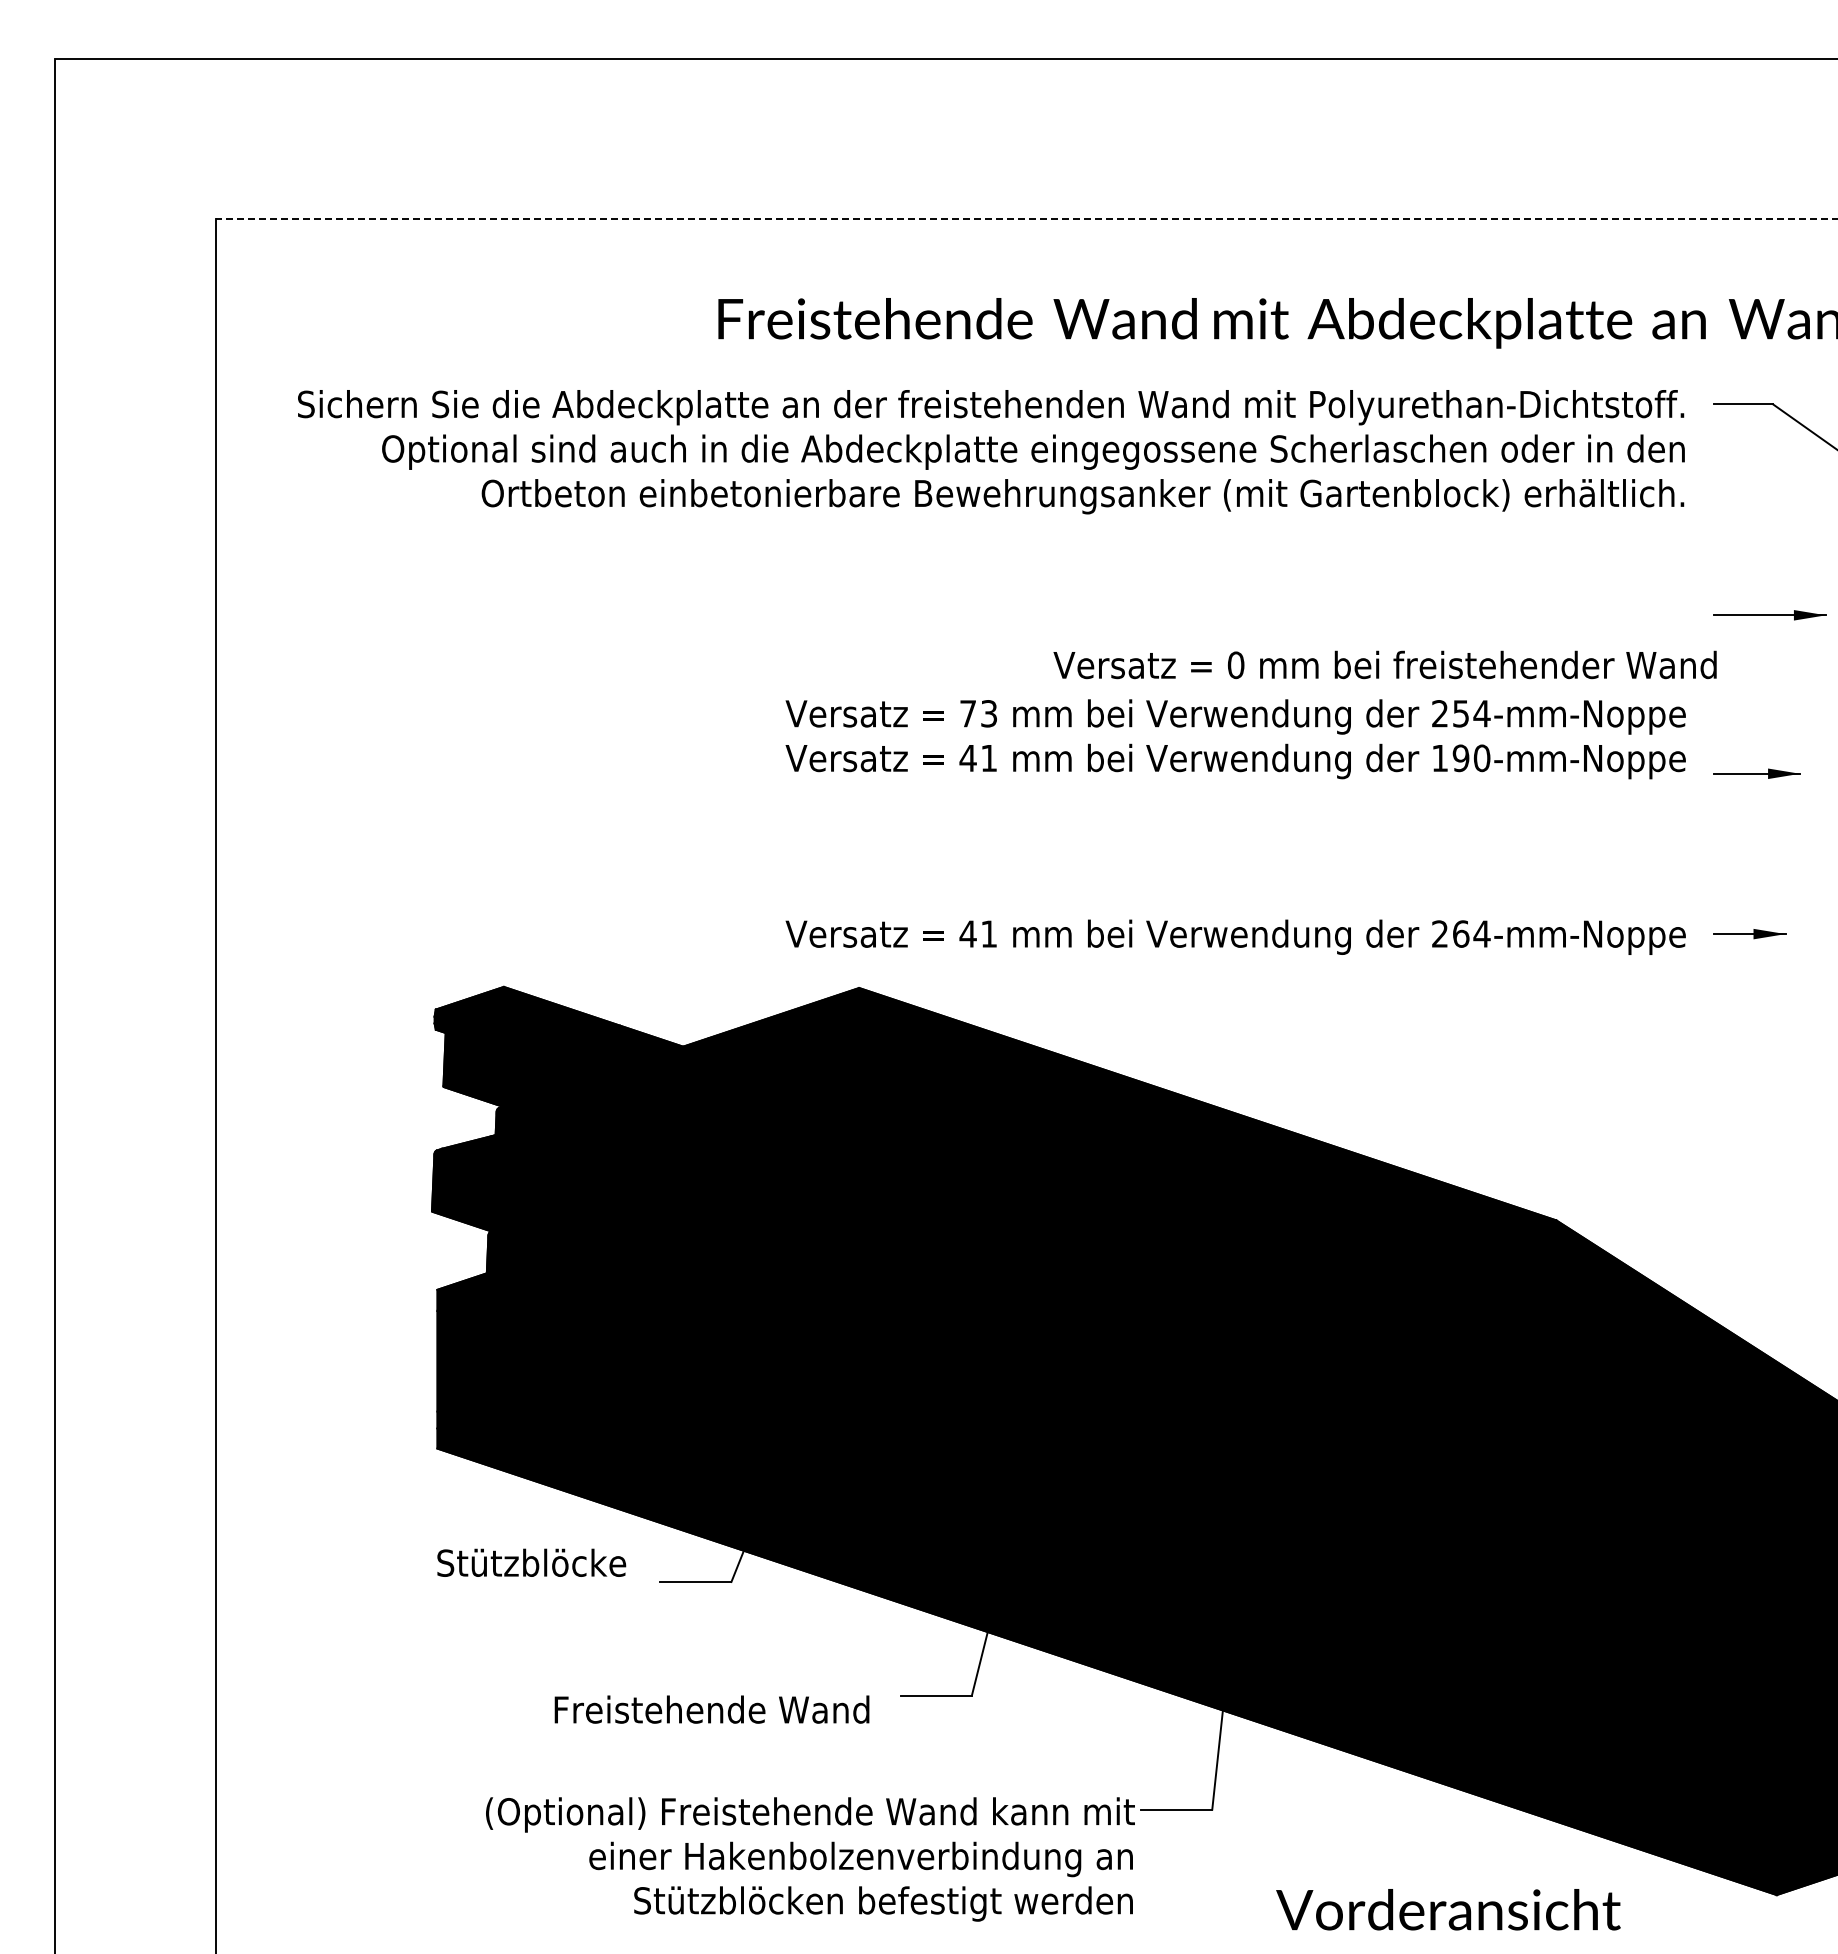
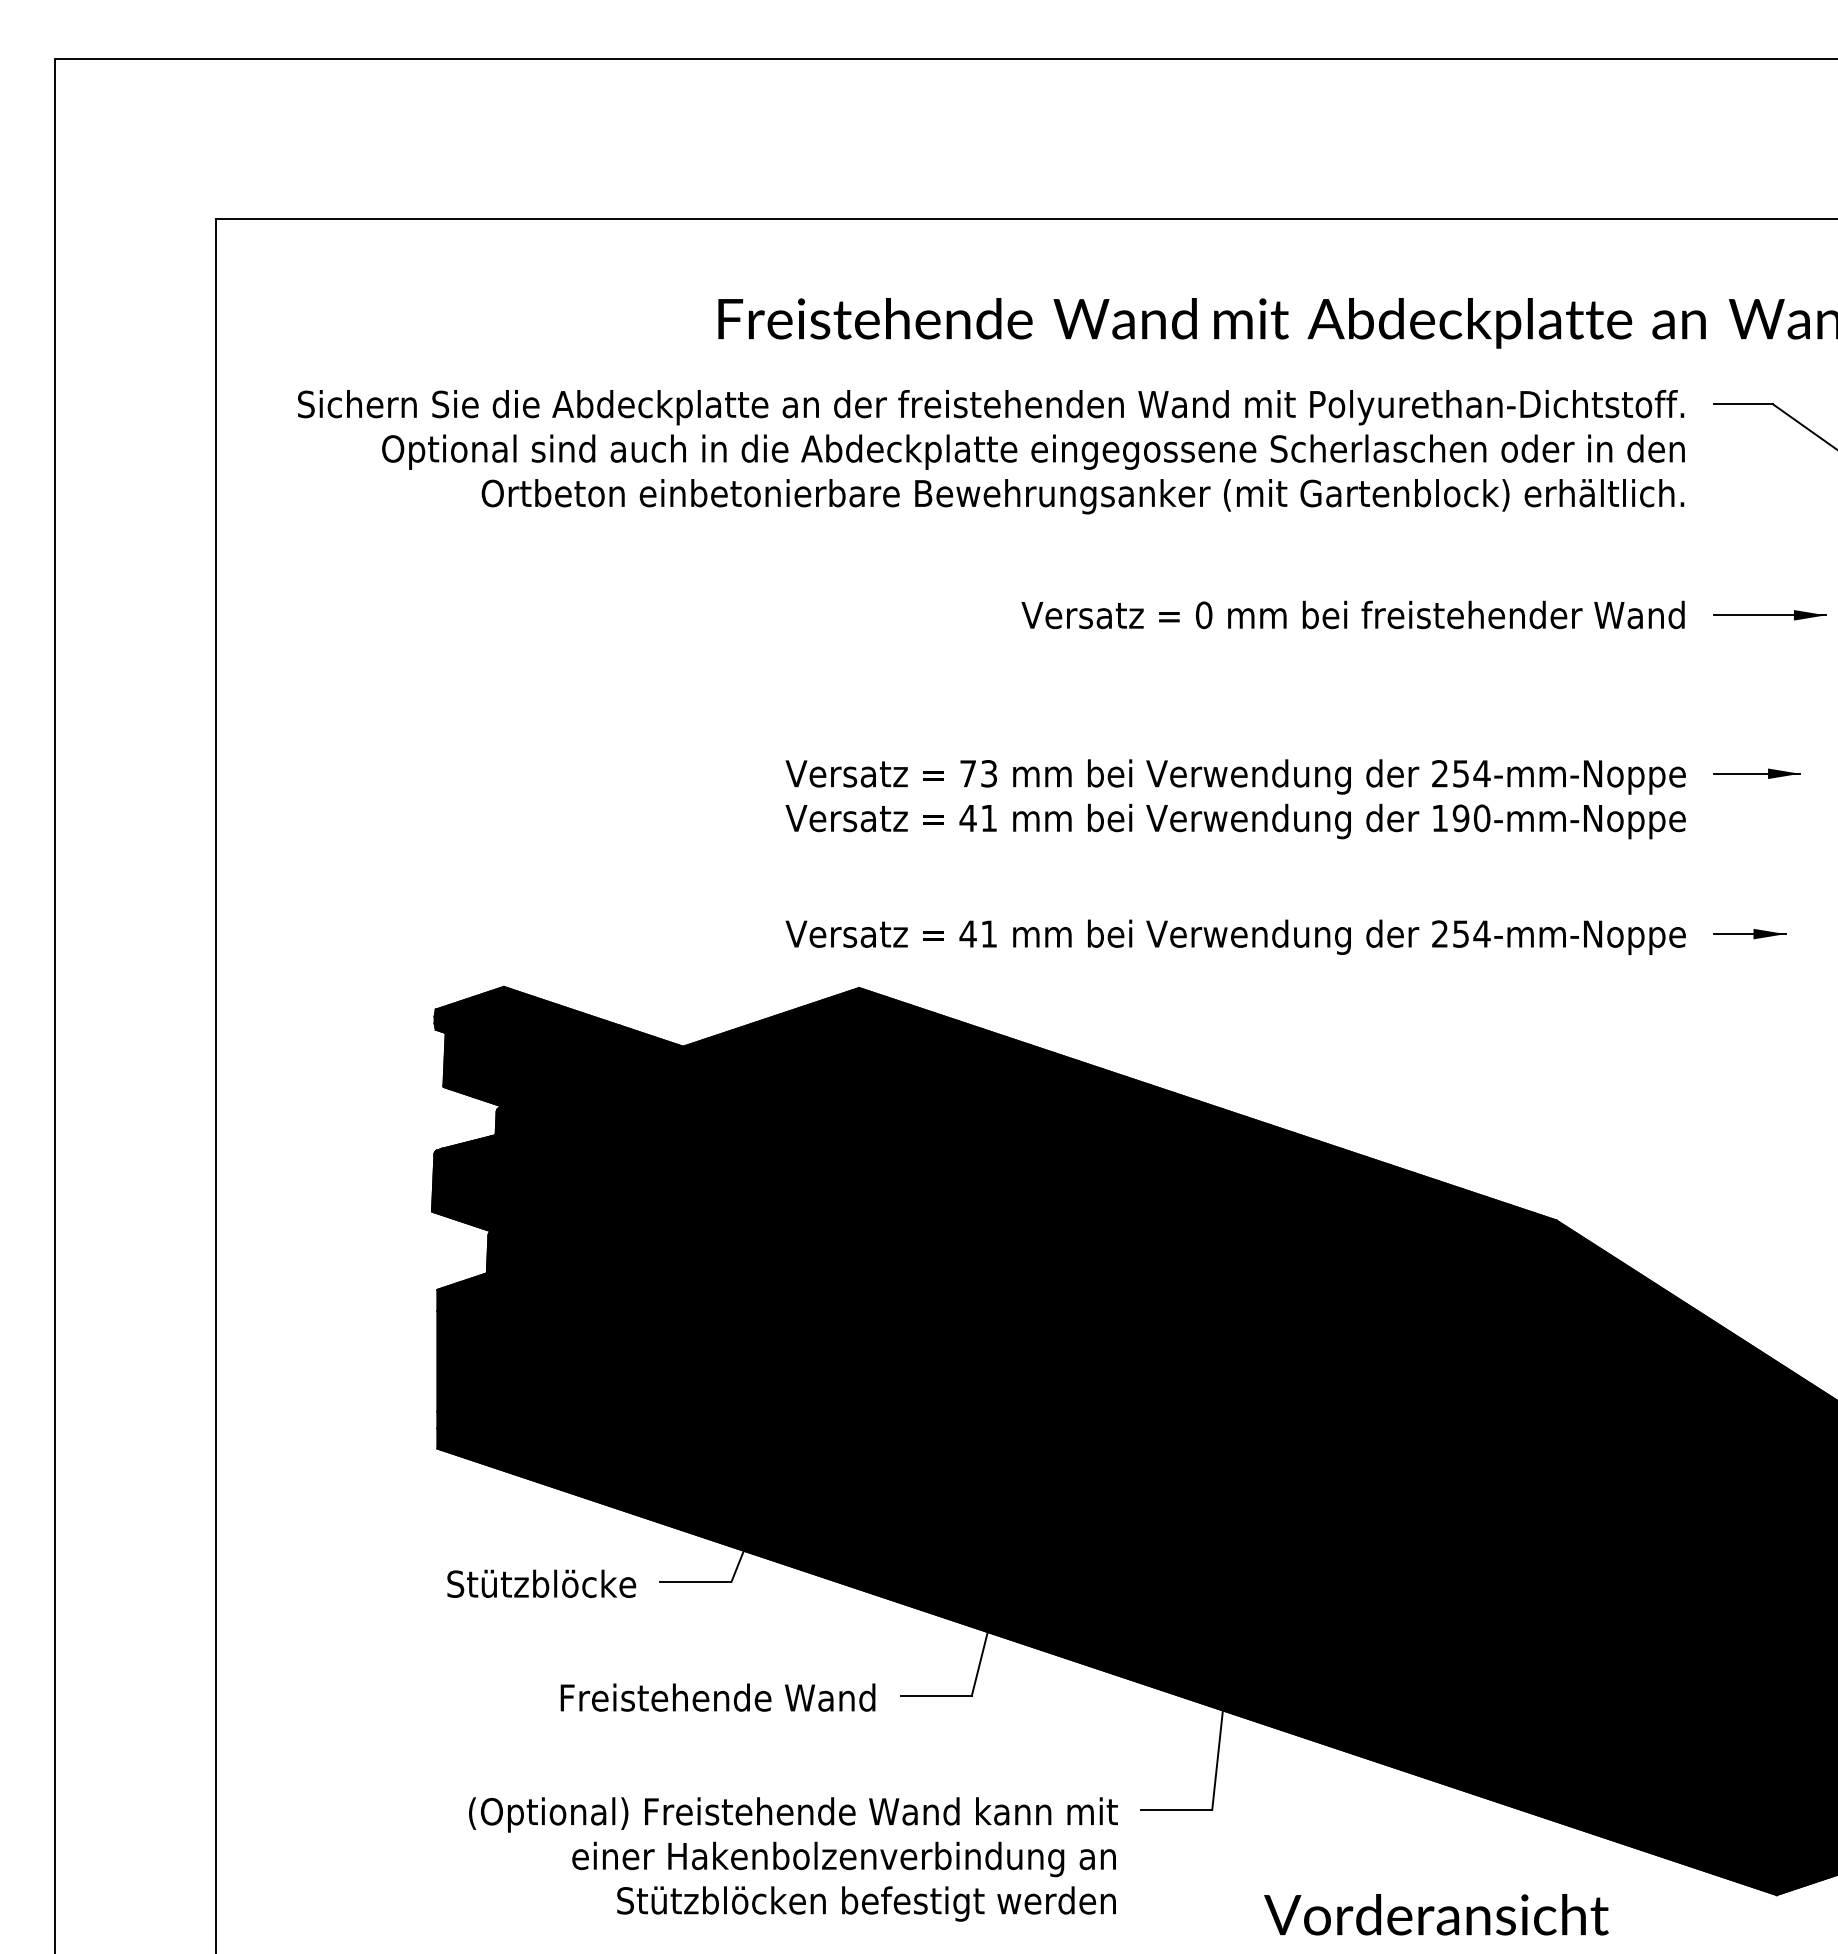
line at (1026, 218): dashed -> solid
text at (1384, 664) position: (1384, 664) -> (1352, 614)
text at (1235, 739) position: (1235, 739) -> (1235, 799)
text at (1461, 933): 264-mm-Noppe -> 254-mm-Noppe
text at (531, 1562) position: (531, 1562) -> (541, 1583)
text at (711, 1709) position: (711, 1709) -> (717, 1697)
text at (810, 1859) position: (810, 1859) -> (793, 1859)
text at (1448, 1909) position: (1448, 1909) -> (1436, 1914)
